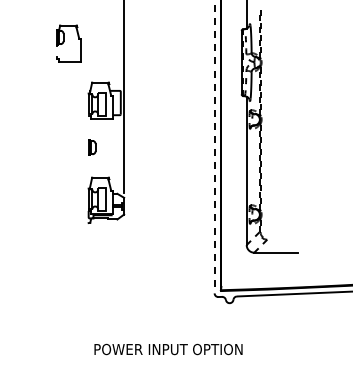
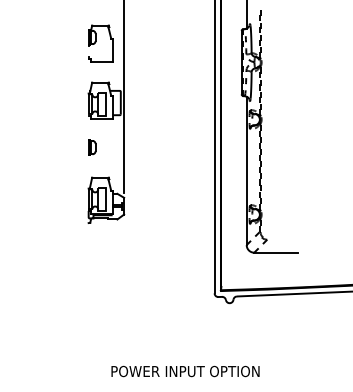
part at (68, 43) position: (68, 43) -> (100, 43)
line at (214, 147): dashed -> solid
text at (168, 349) position: (168, 349) -> (185, 371)
